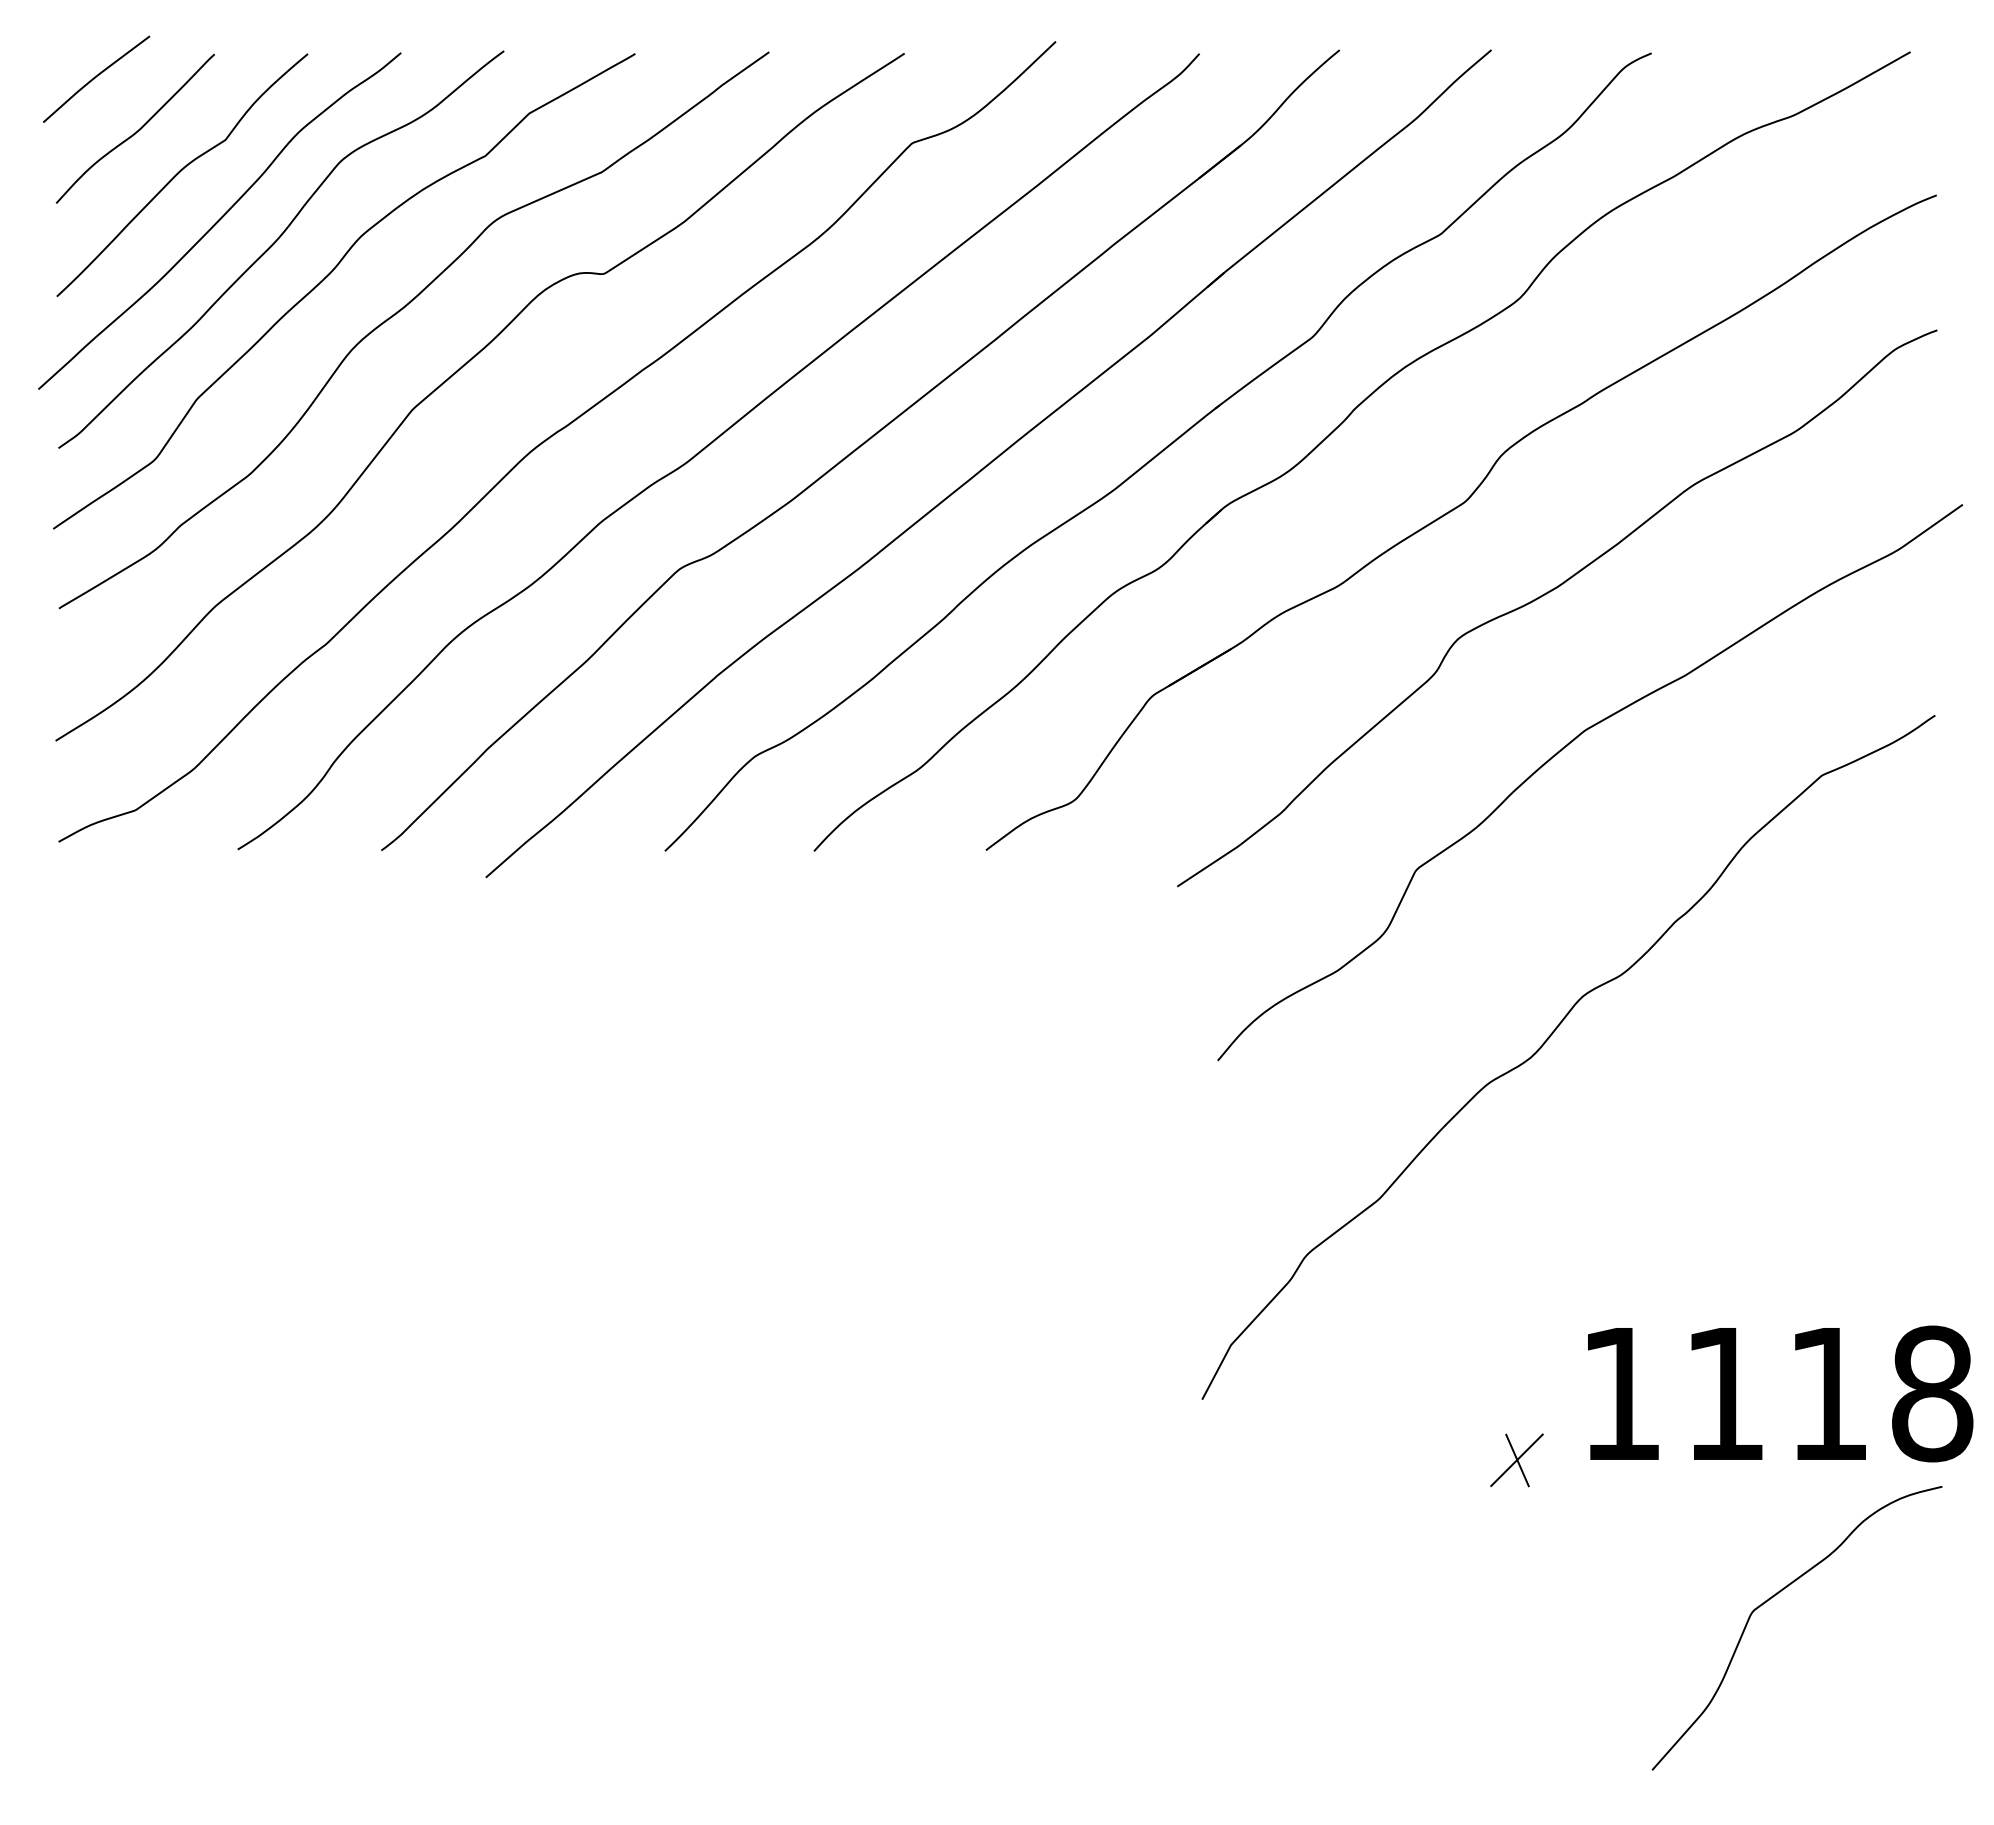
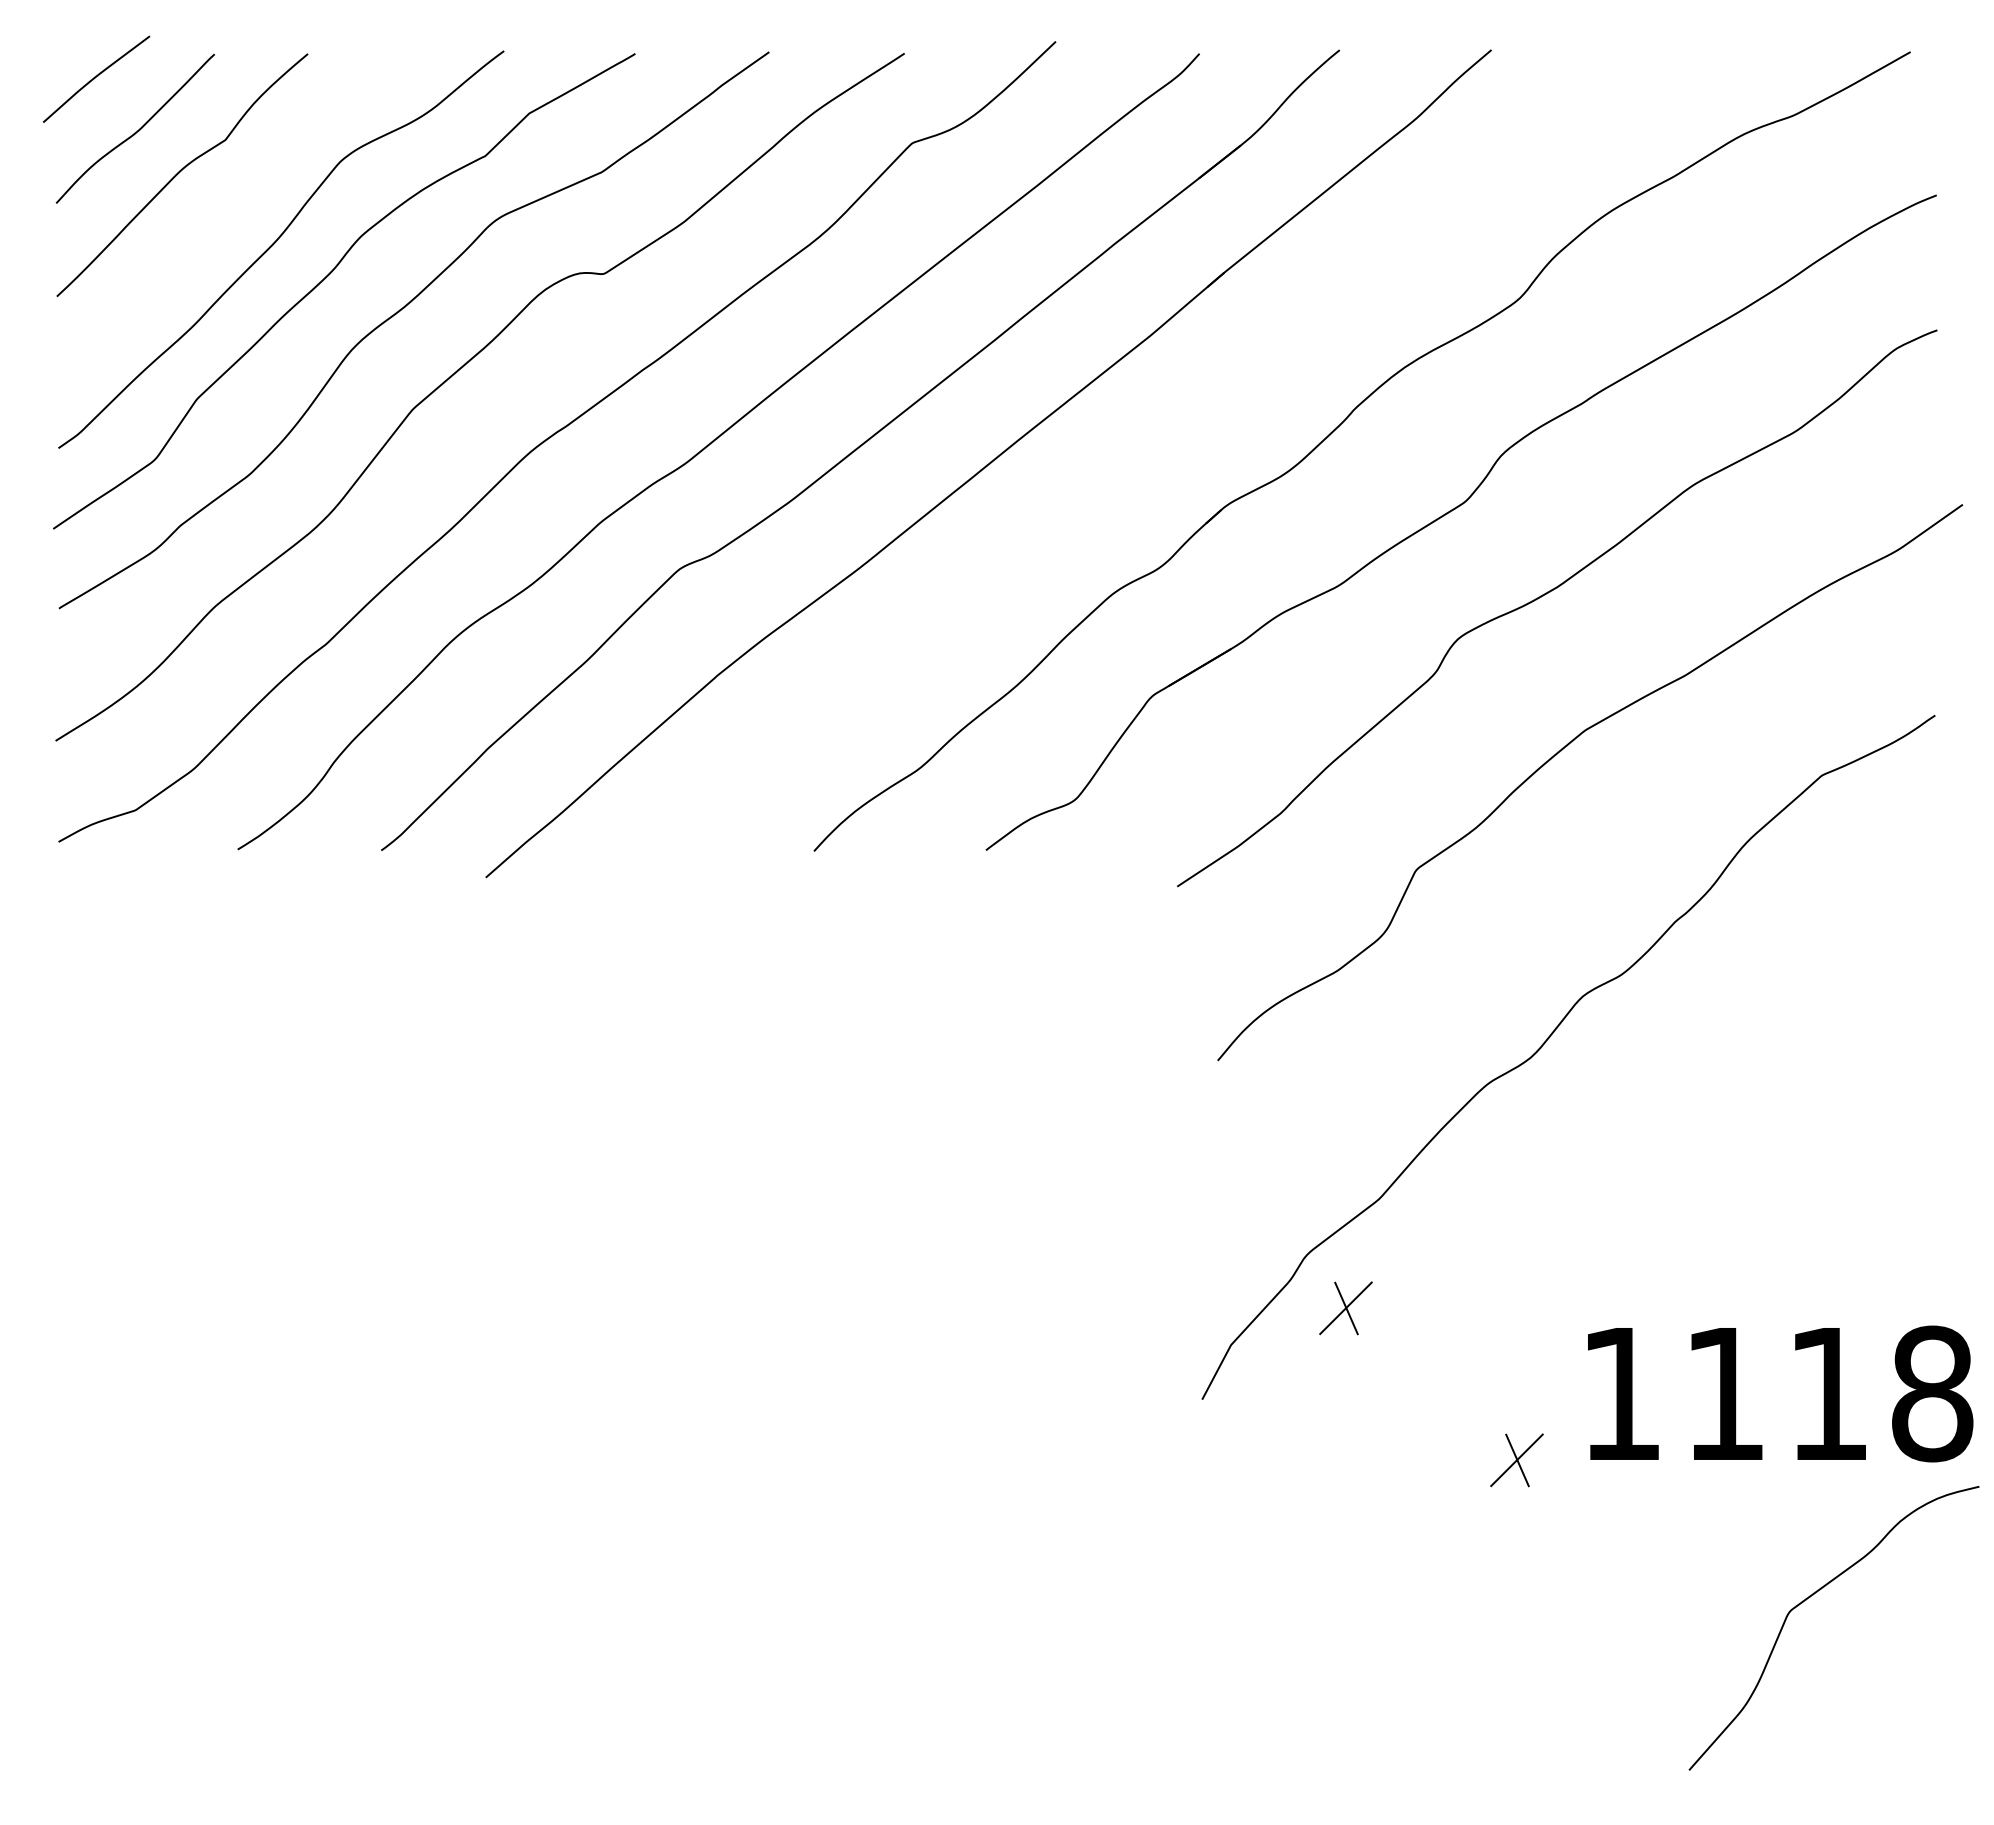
curve at (219, 220): present -> none
part at (1157, 451): present -> none
part at (1345, 1308): none -> present
curve at (1772, 1598) position: (1772, 1598) -> (1809, 1598)
